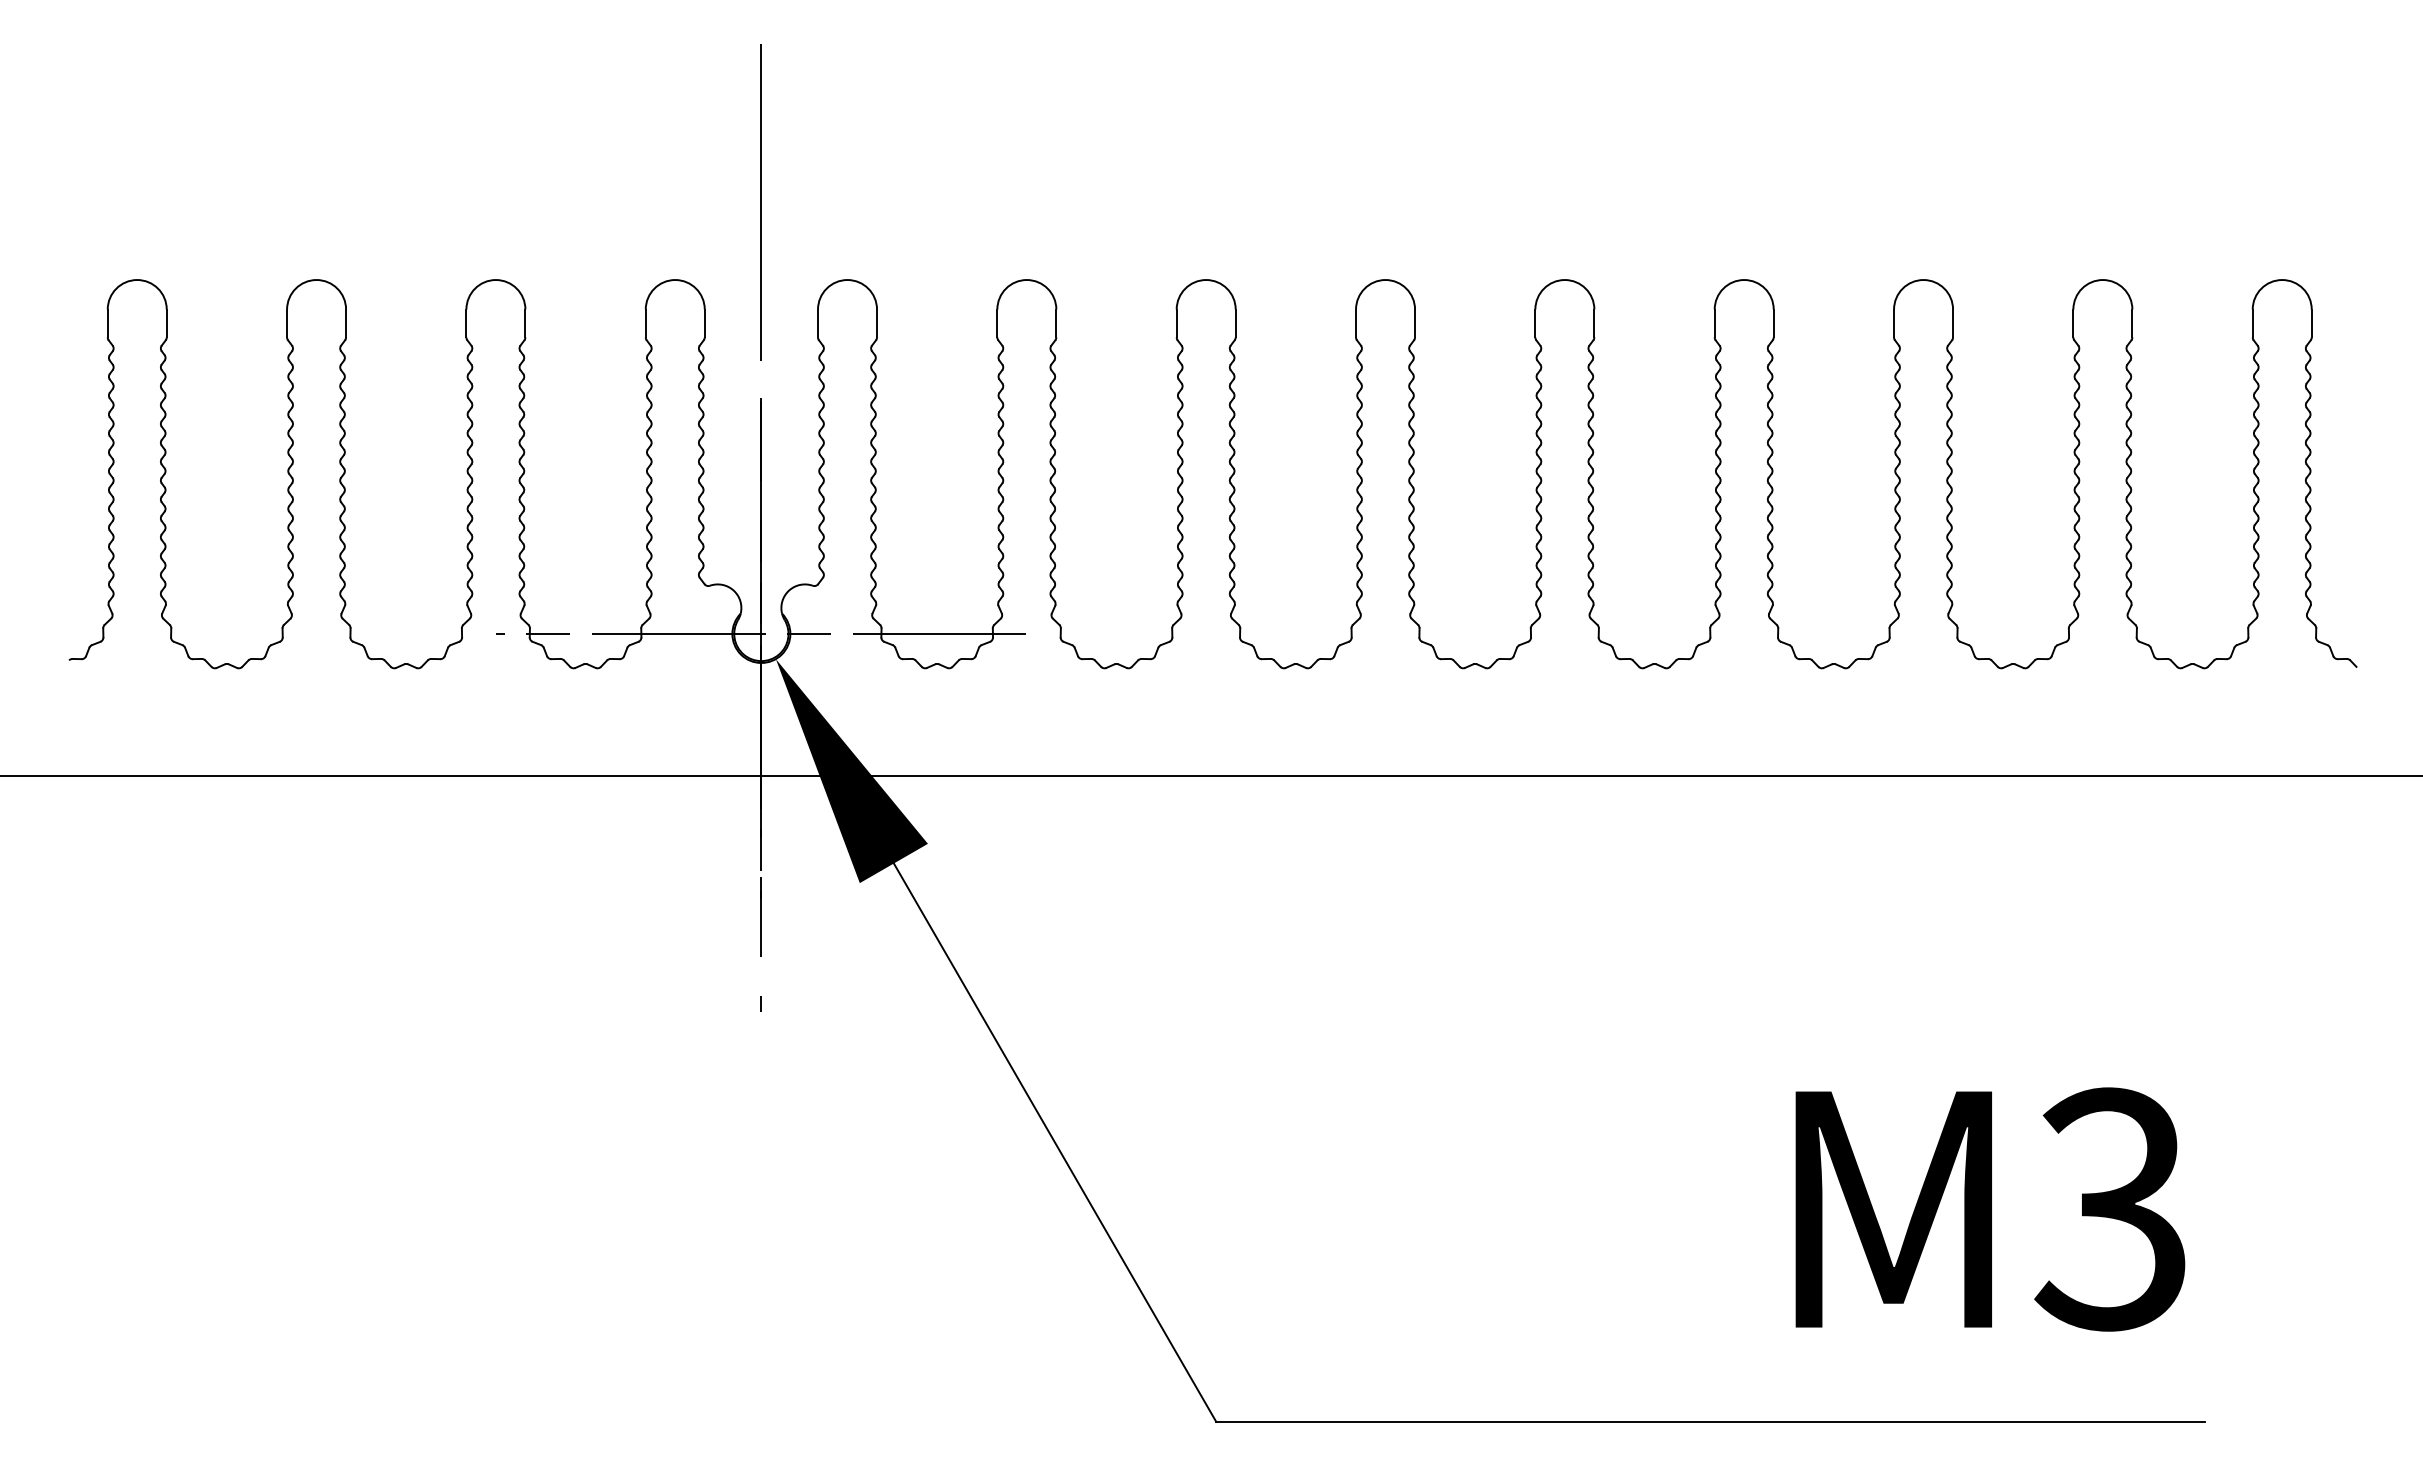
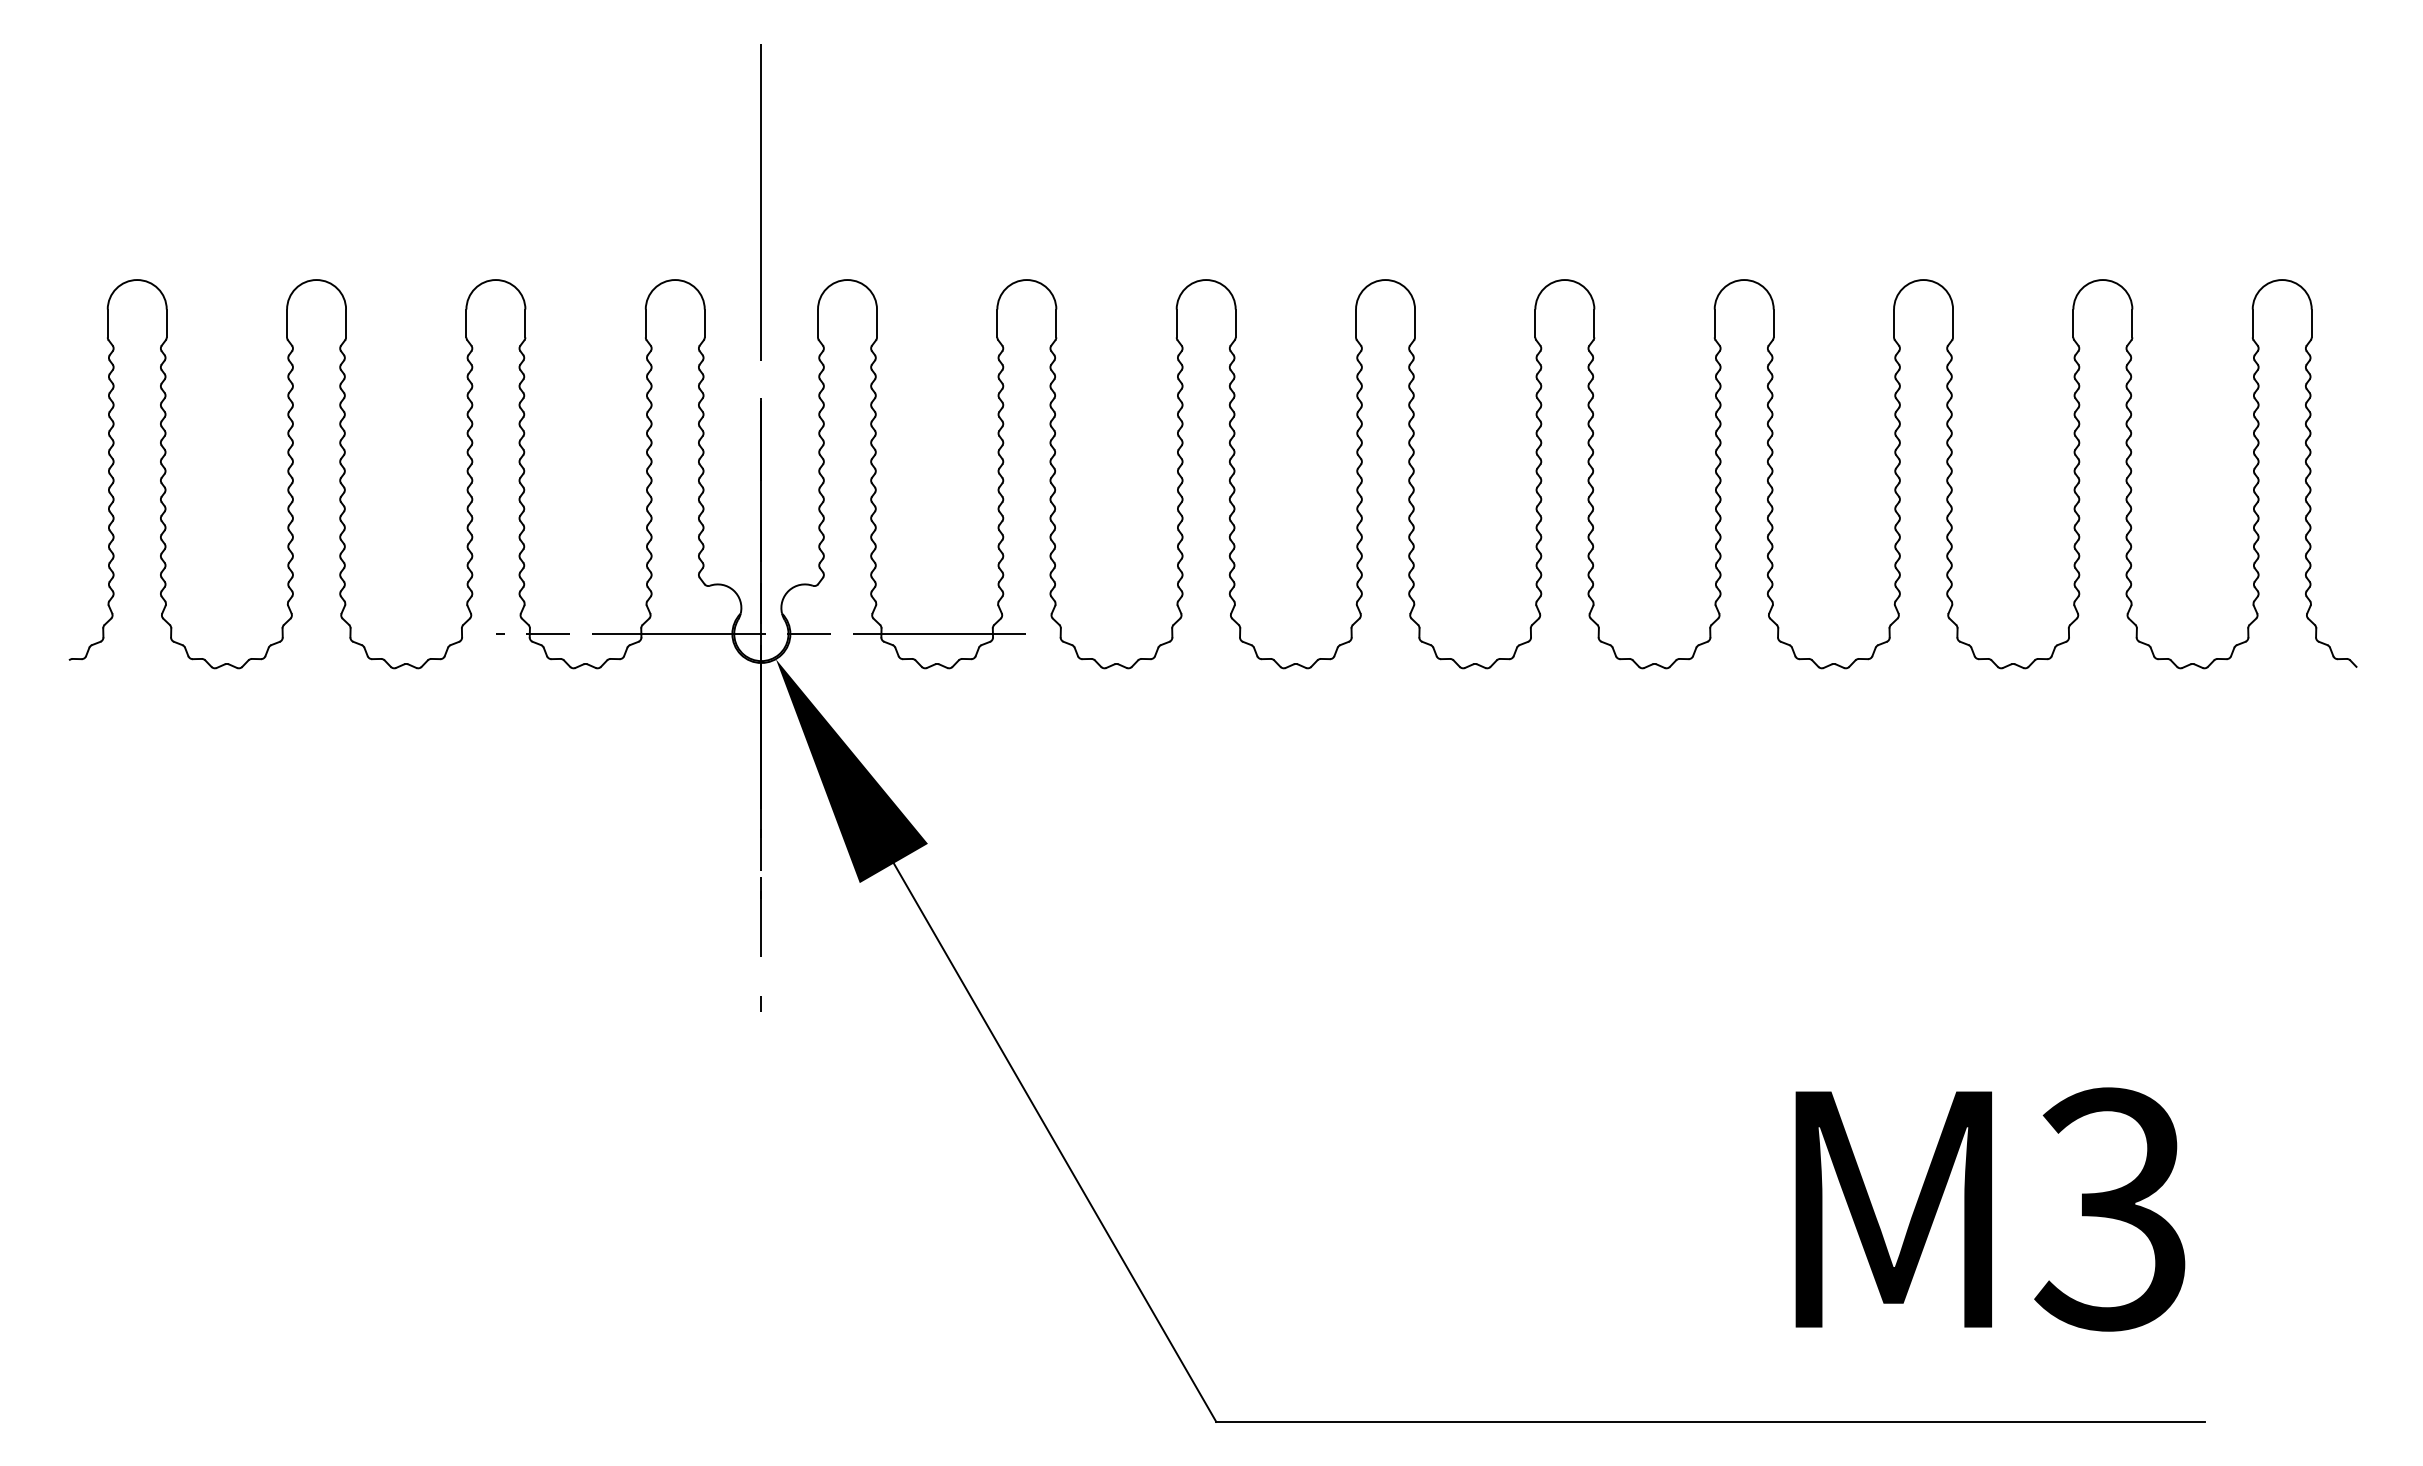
line at (1210, 775): present -> none
